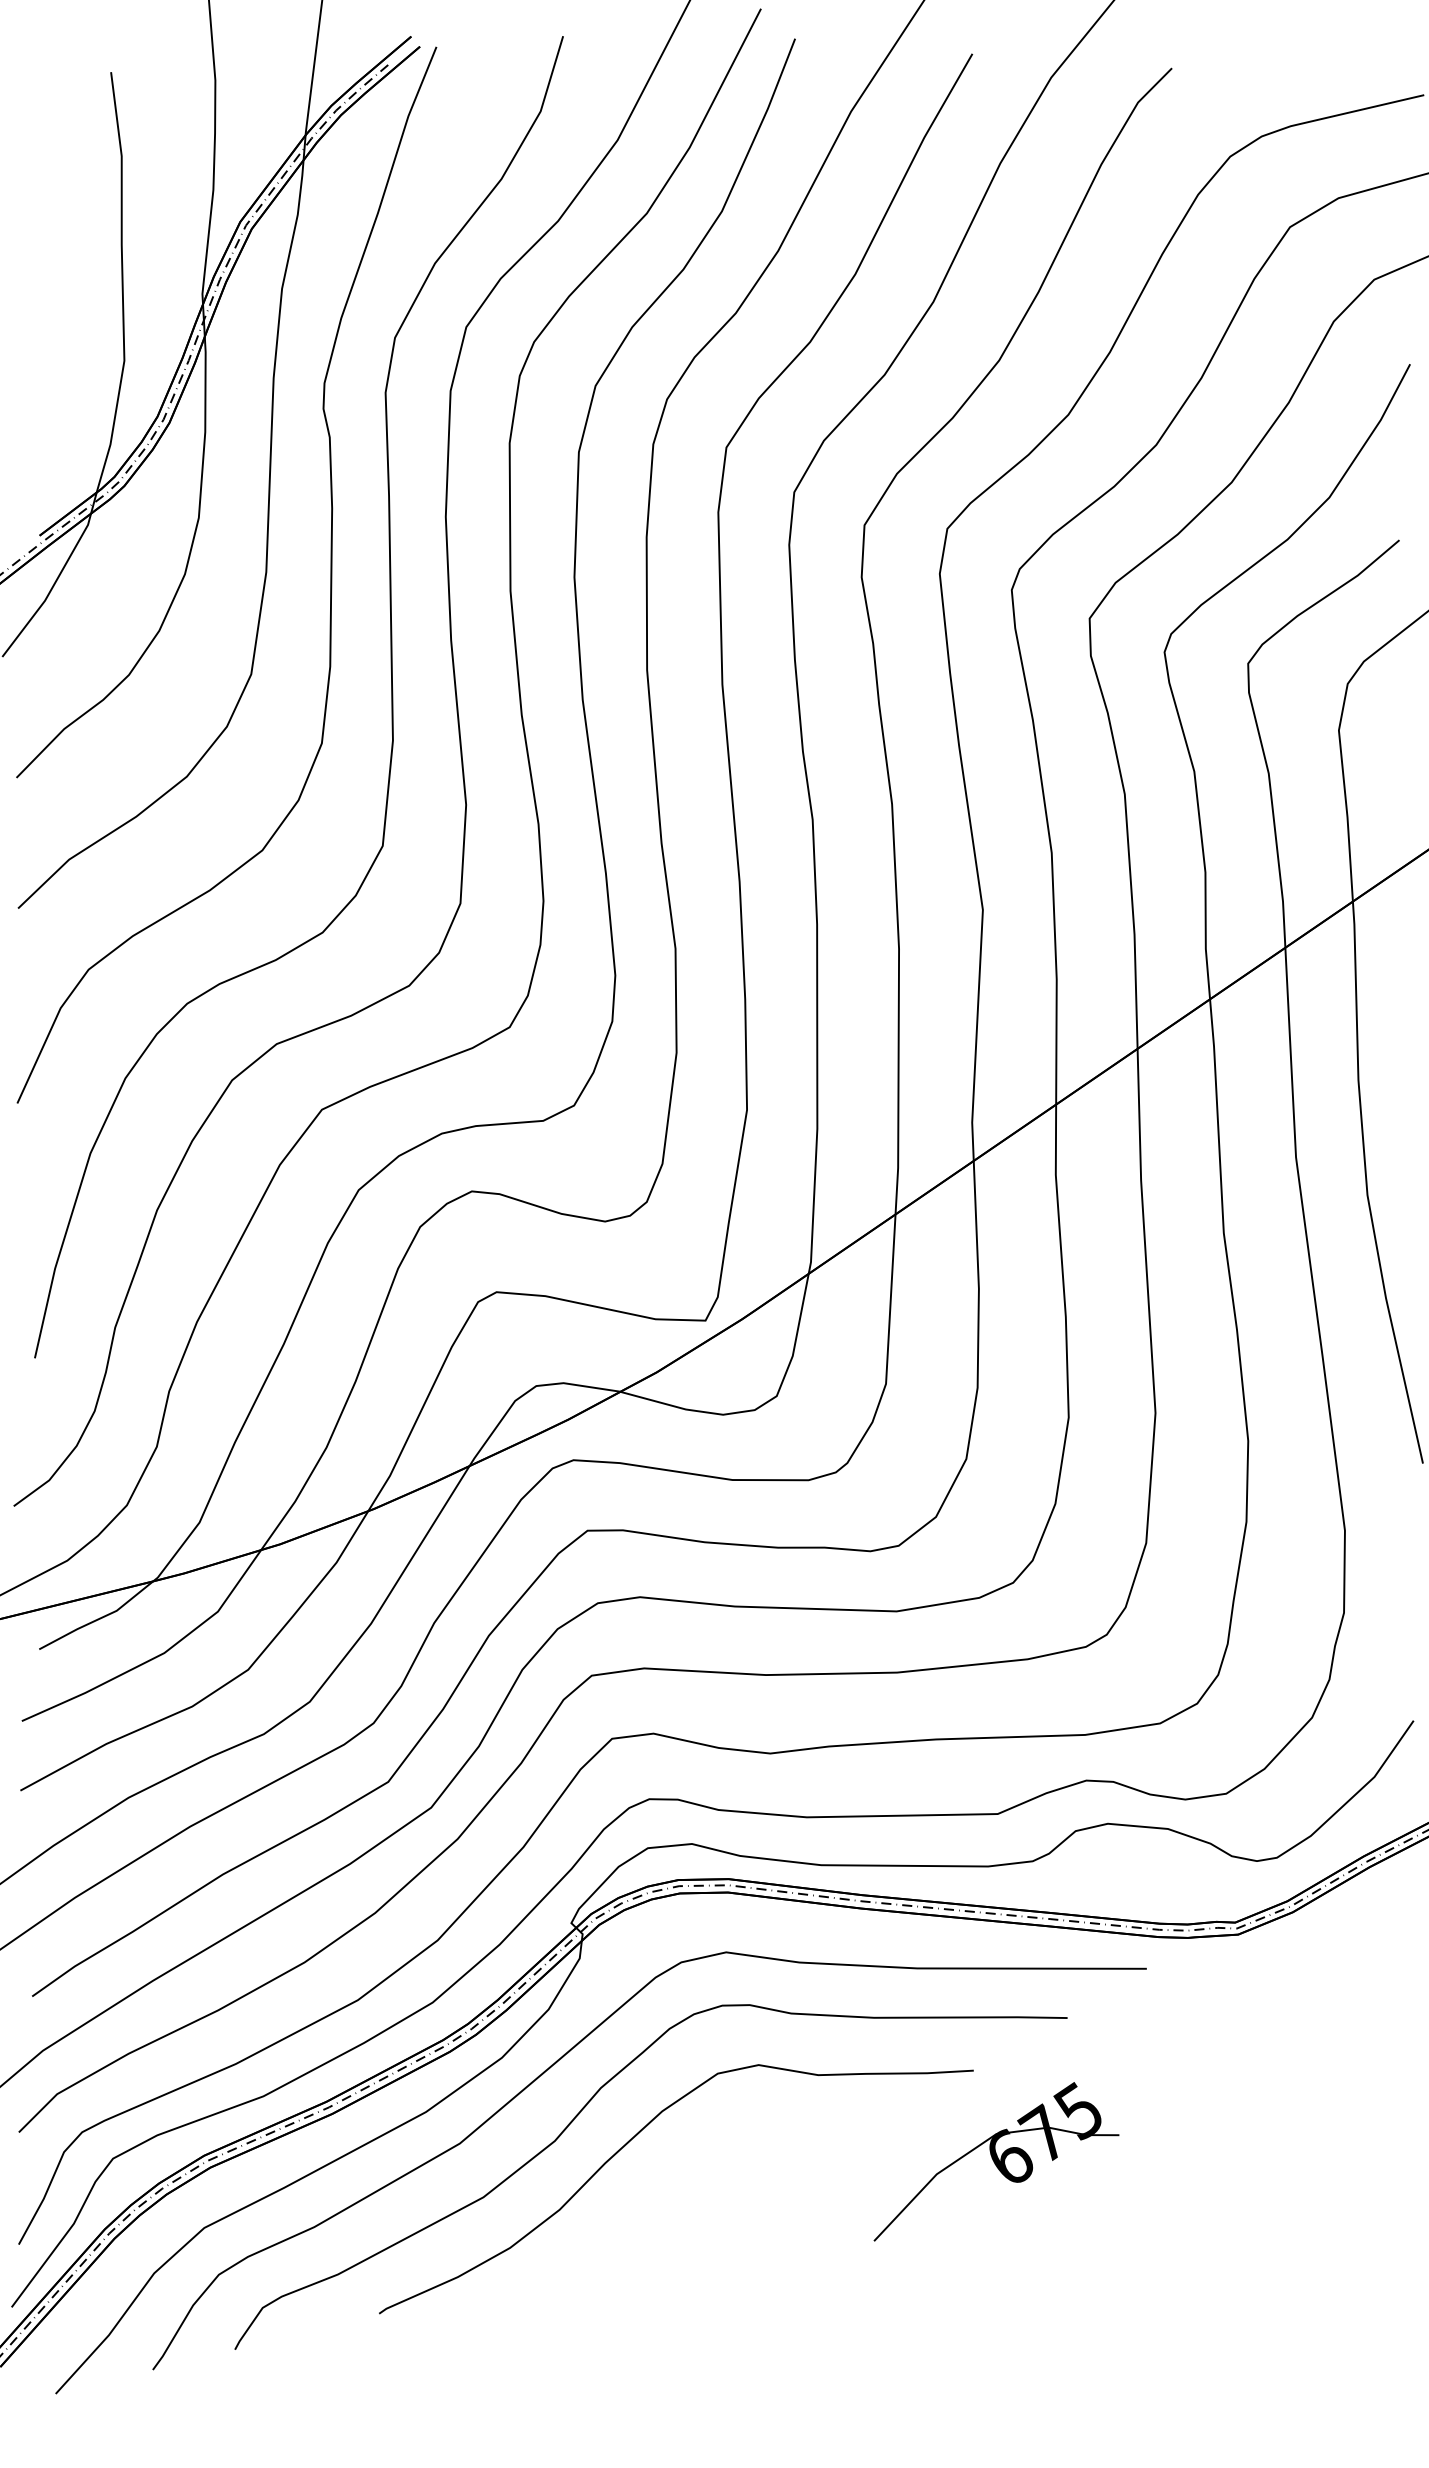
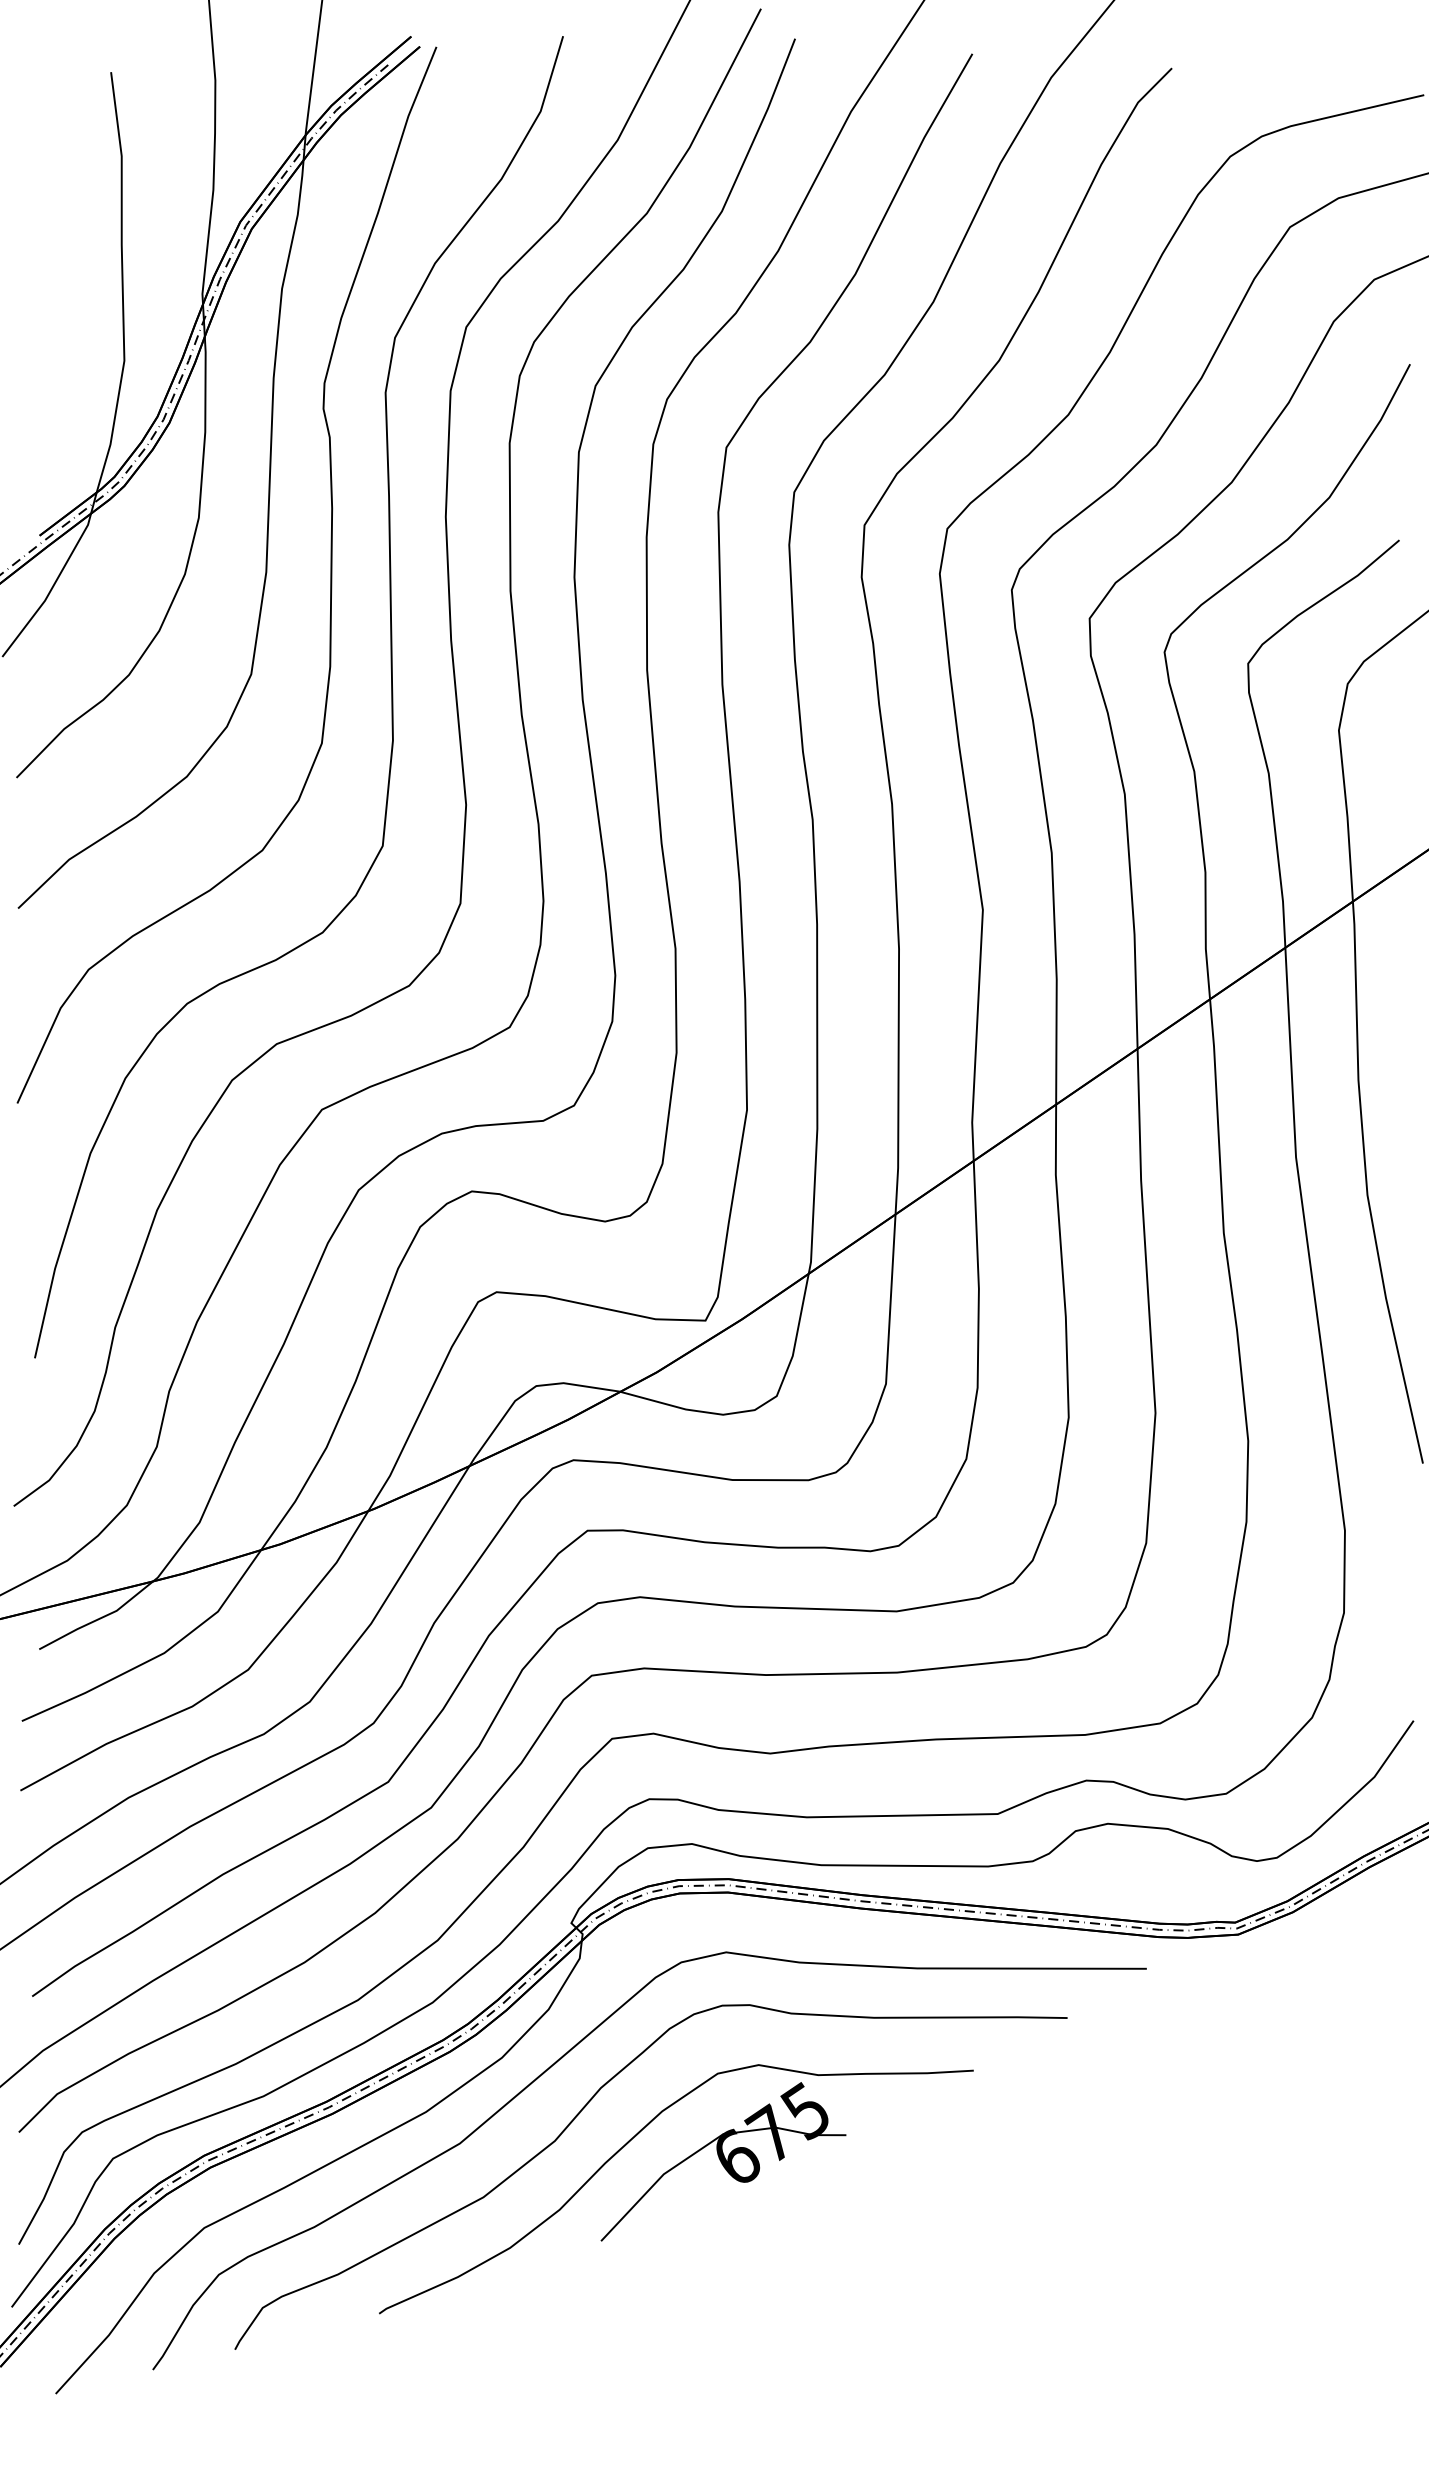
part at (996, 2161) position: (996, 2161) -> (723, 2161)
